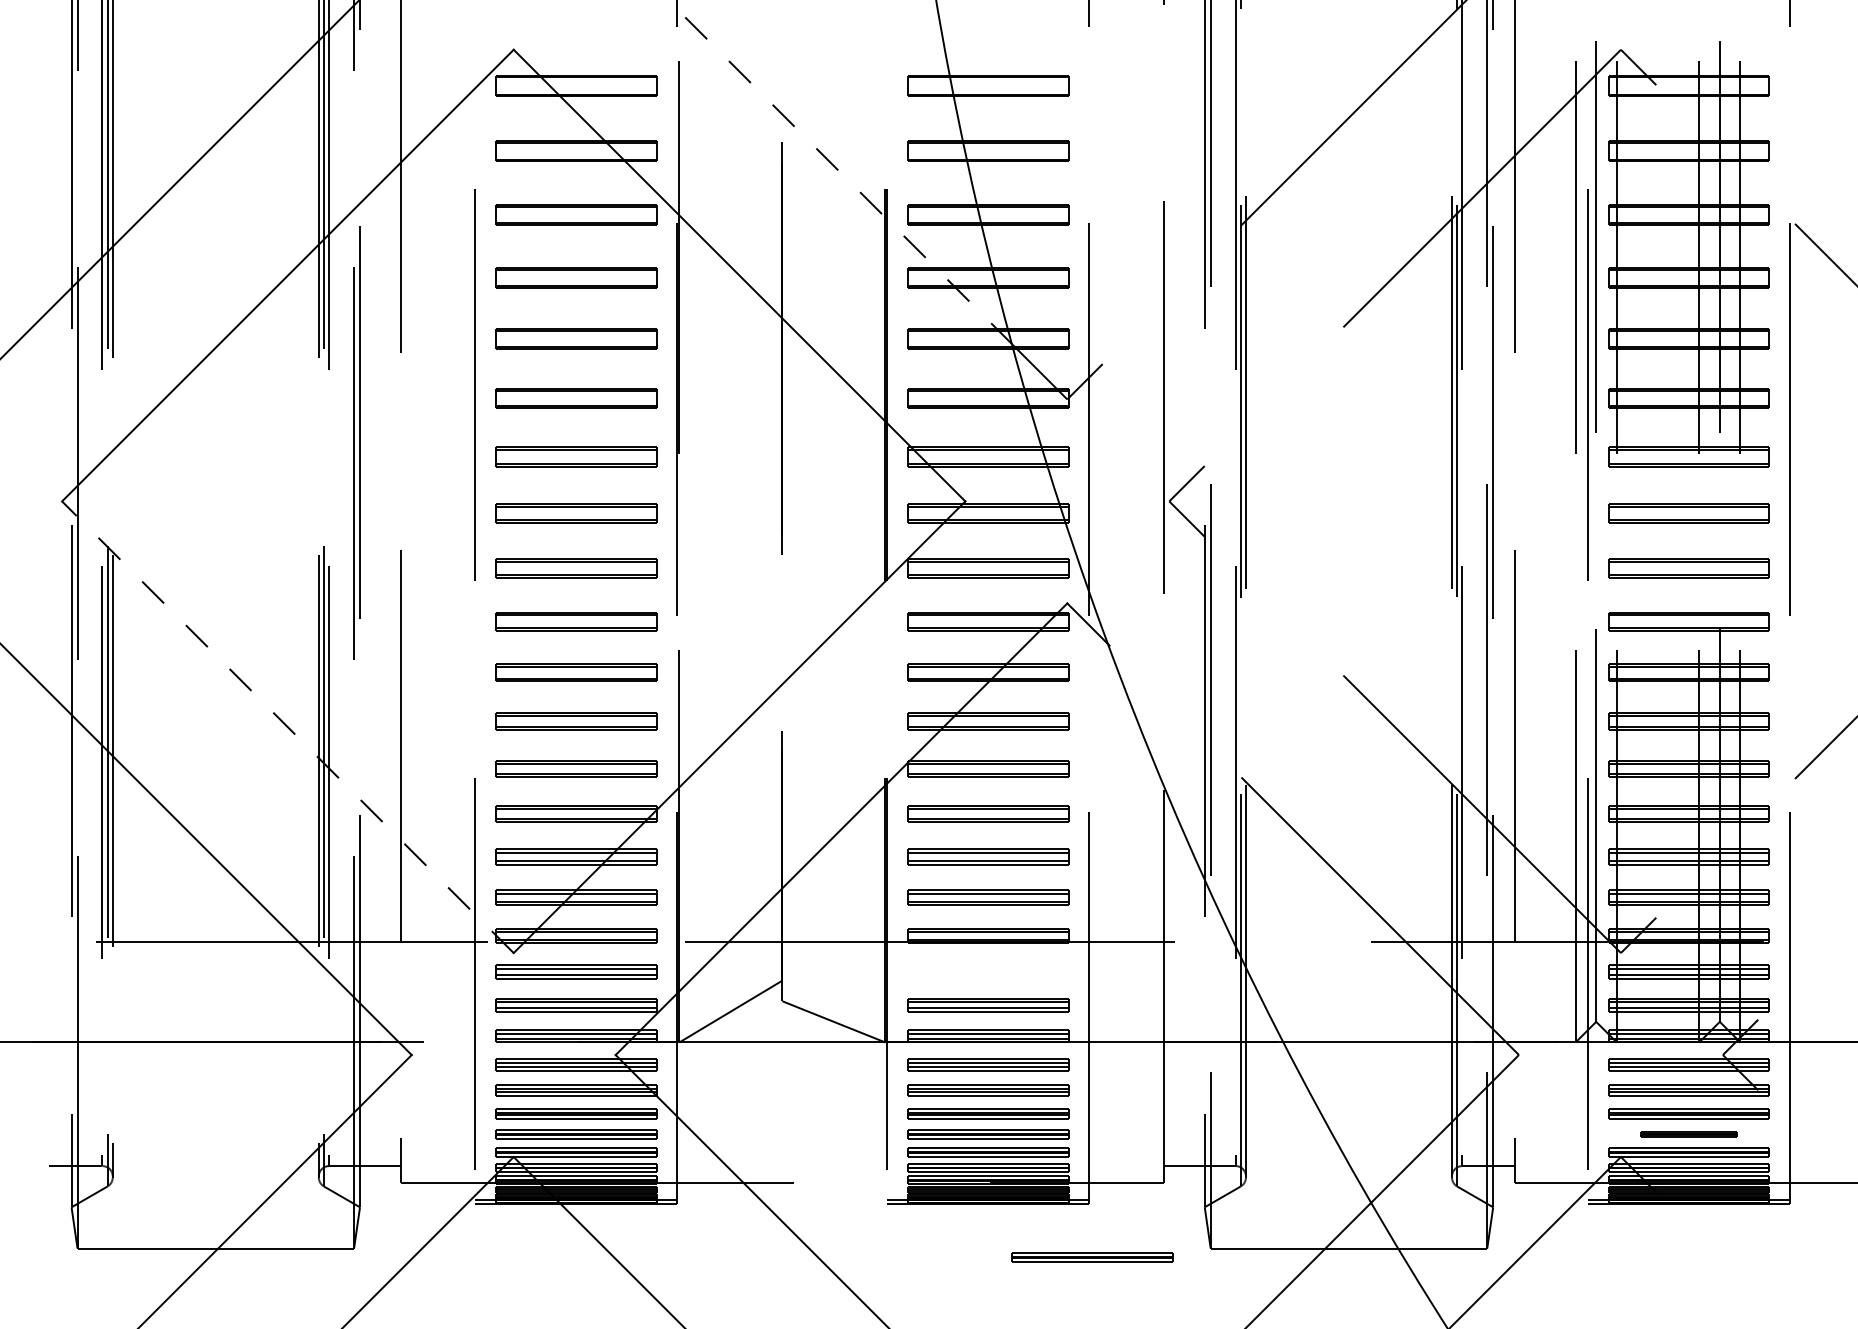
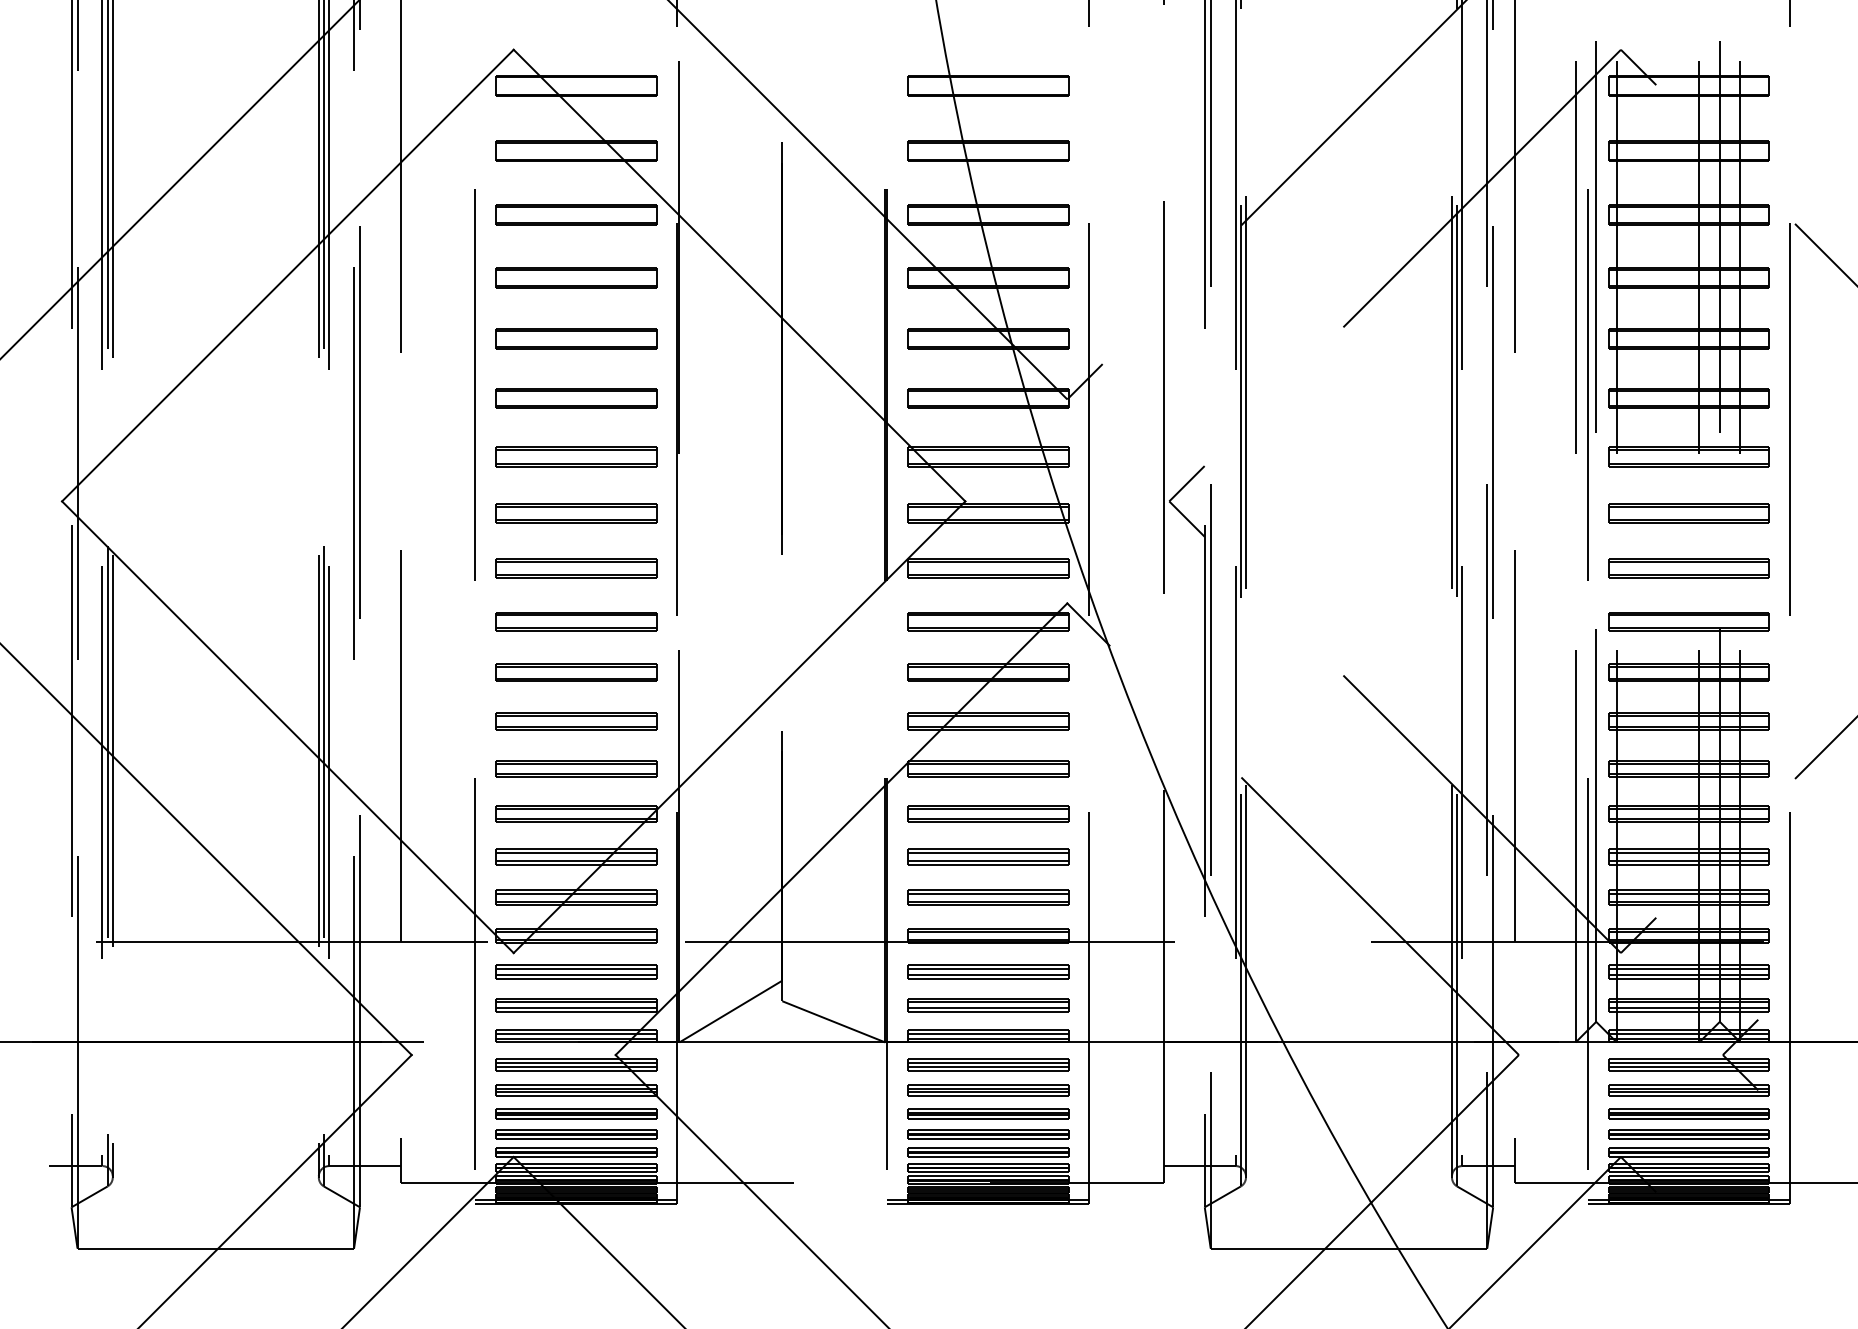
line at (840, 172): dashed -> solid
line at (287, 726): dashed -> solid
part at (988, 971): none -> present
part at (1688, 1134) size: 98x7 px -> 162x11 px
part at (1092, 1257): present -> none
